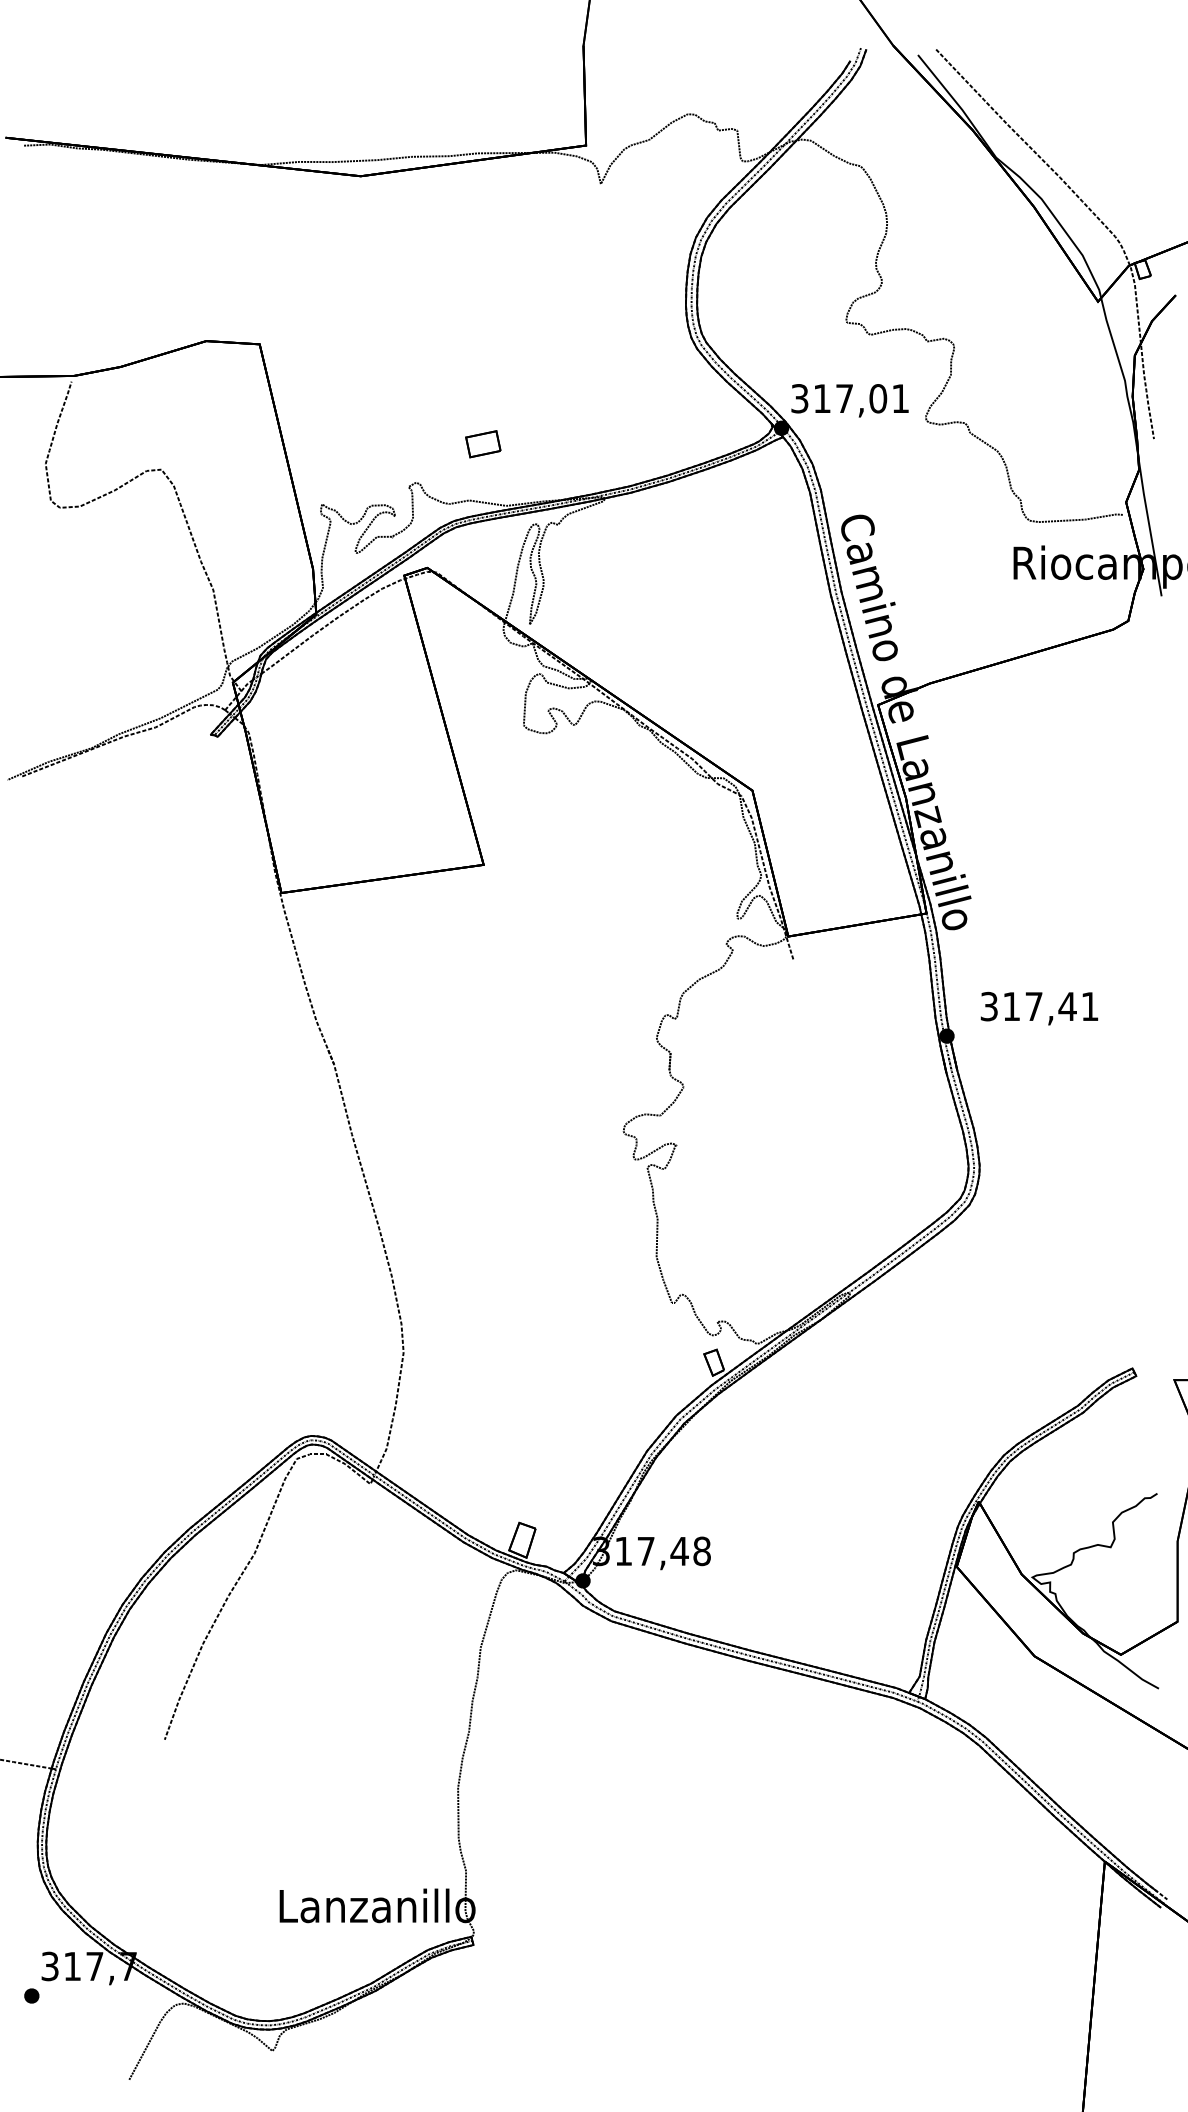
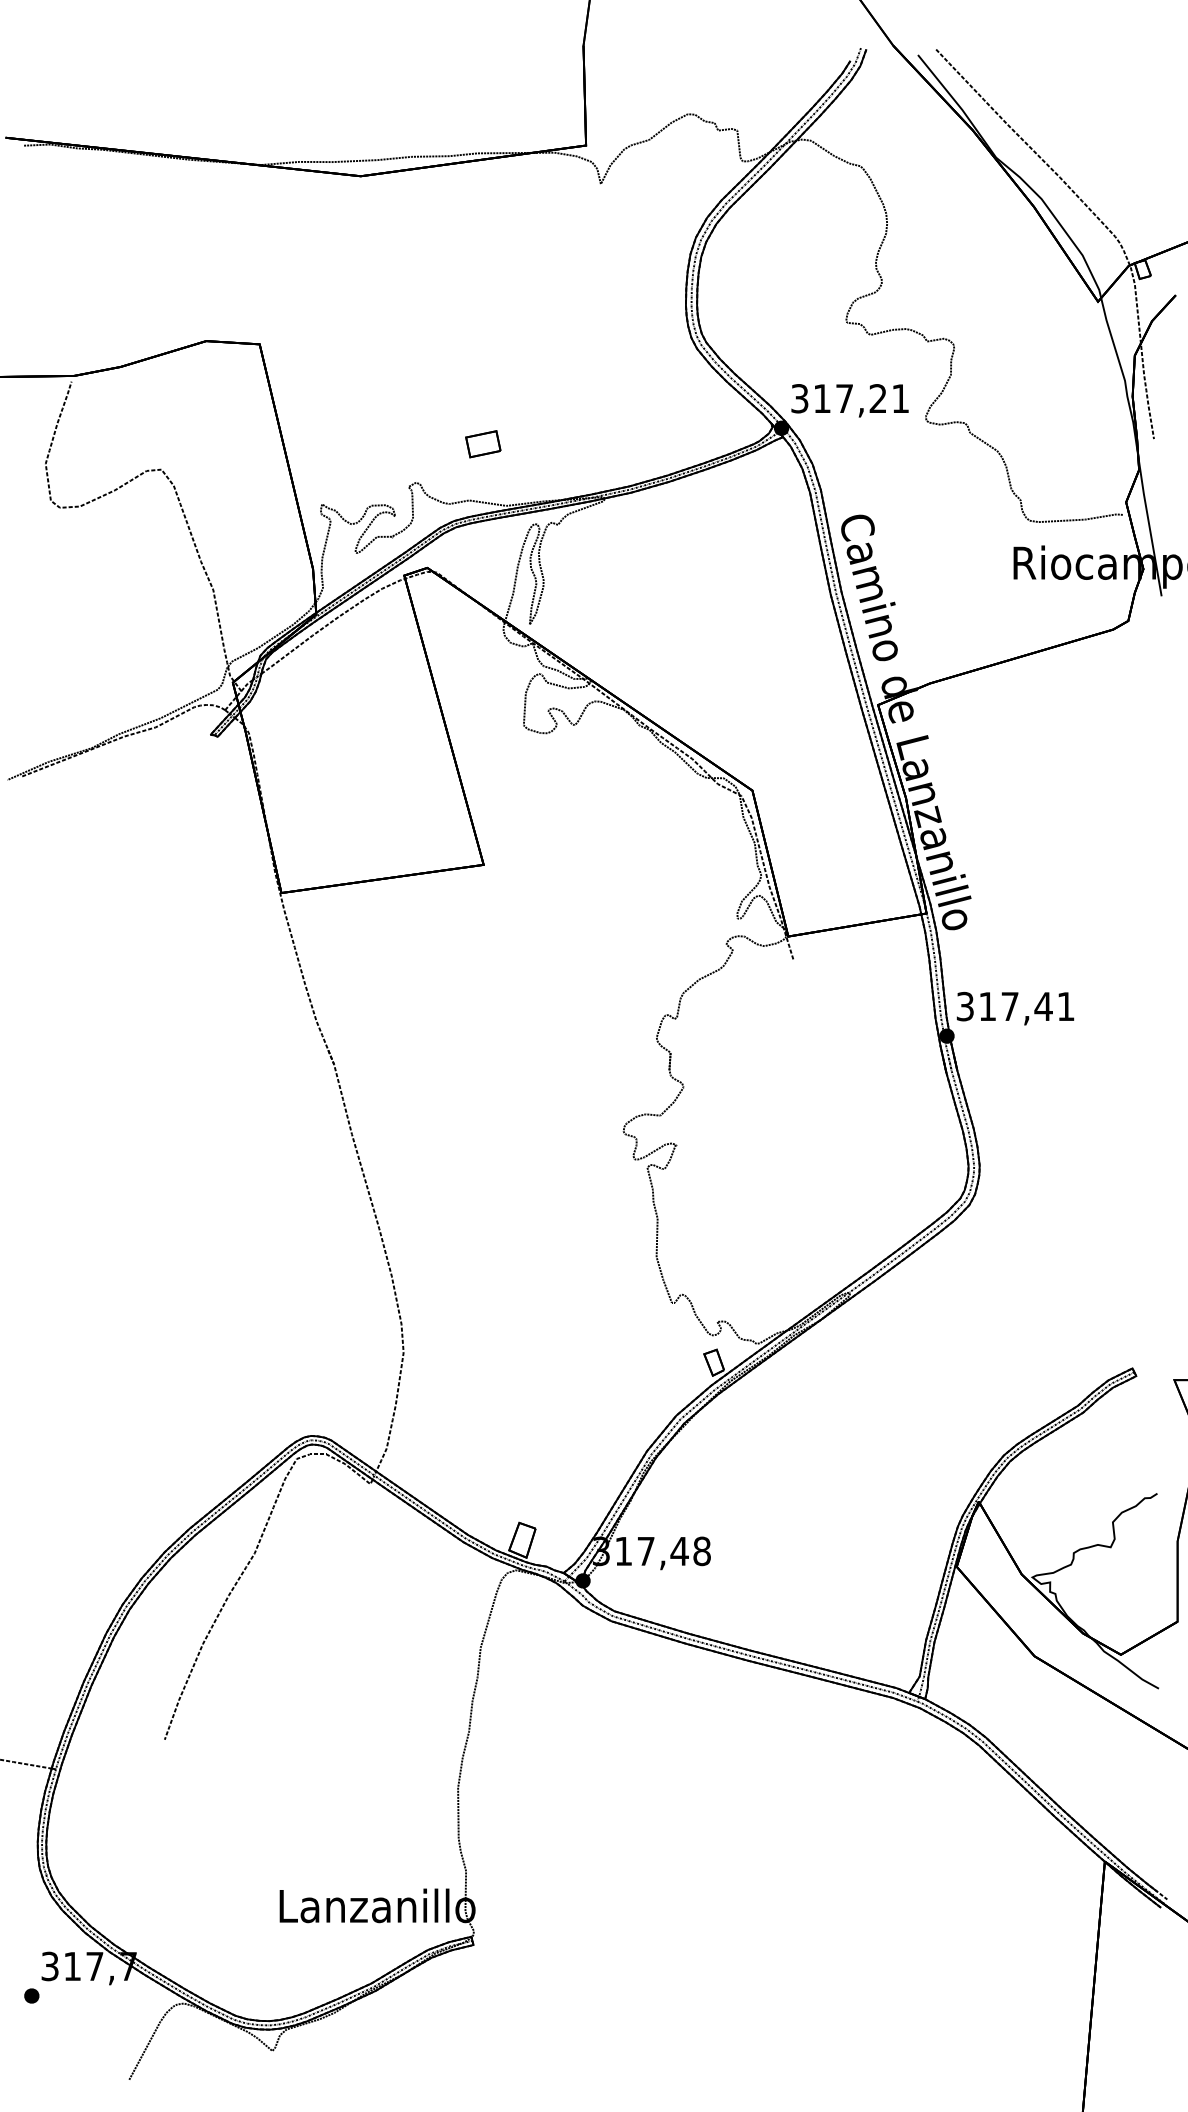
text at (878, 398): 317,01 -> 317,21
text at (1039, 1008) position: (1039, 1008) -> (1015, 1008)
